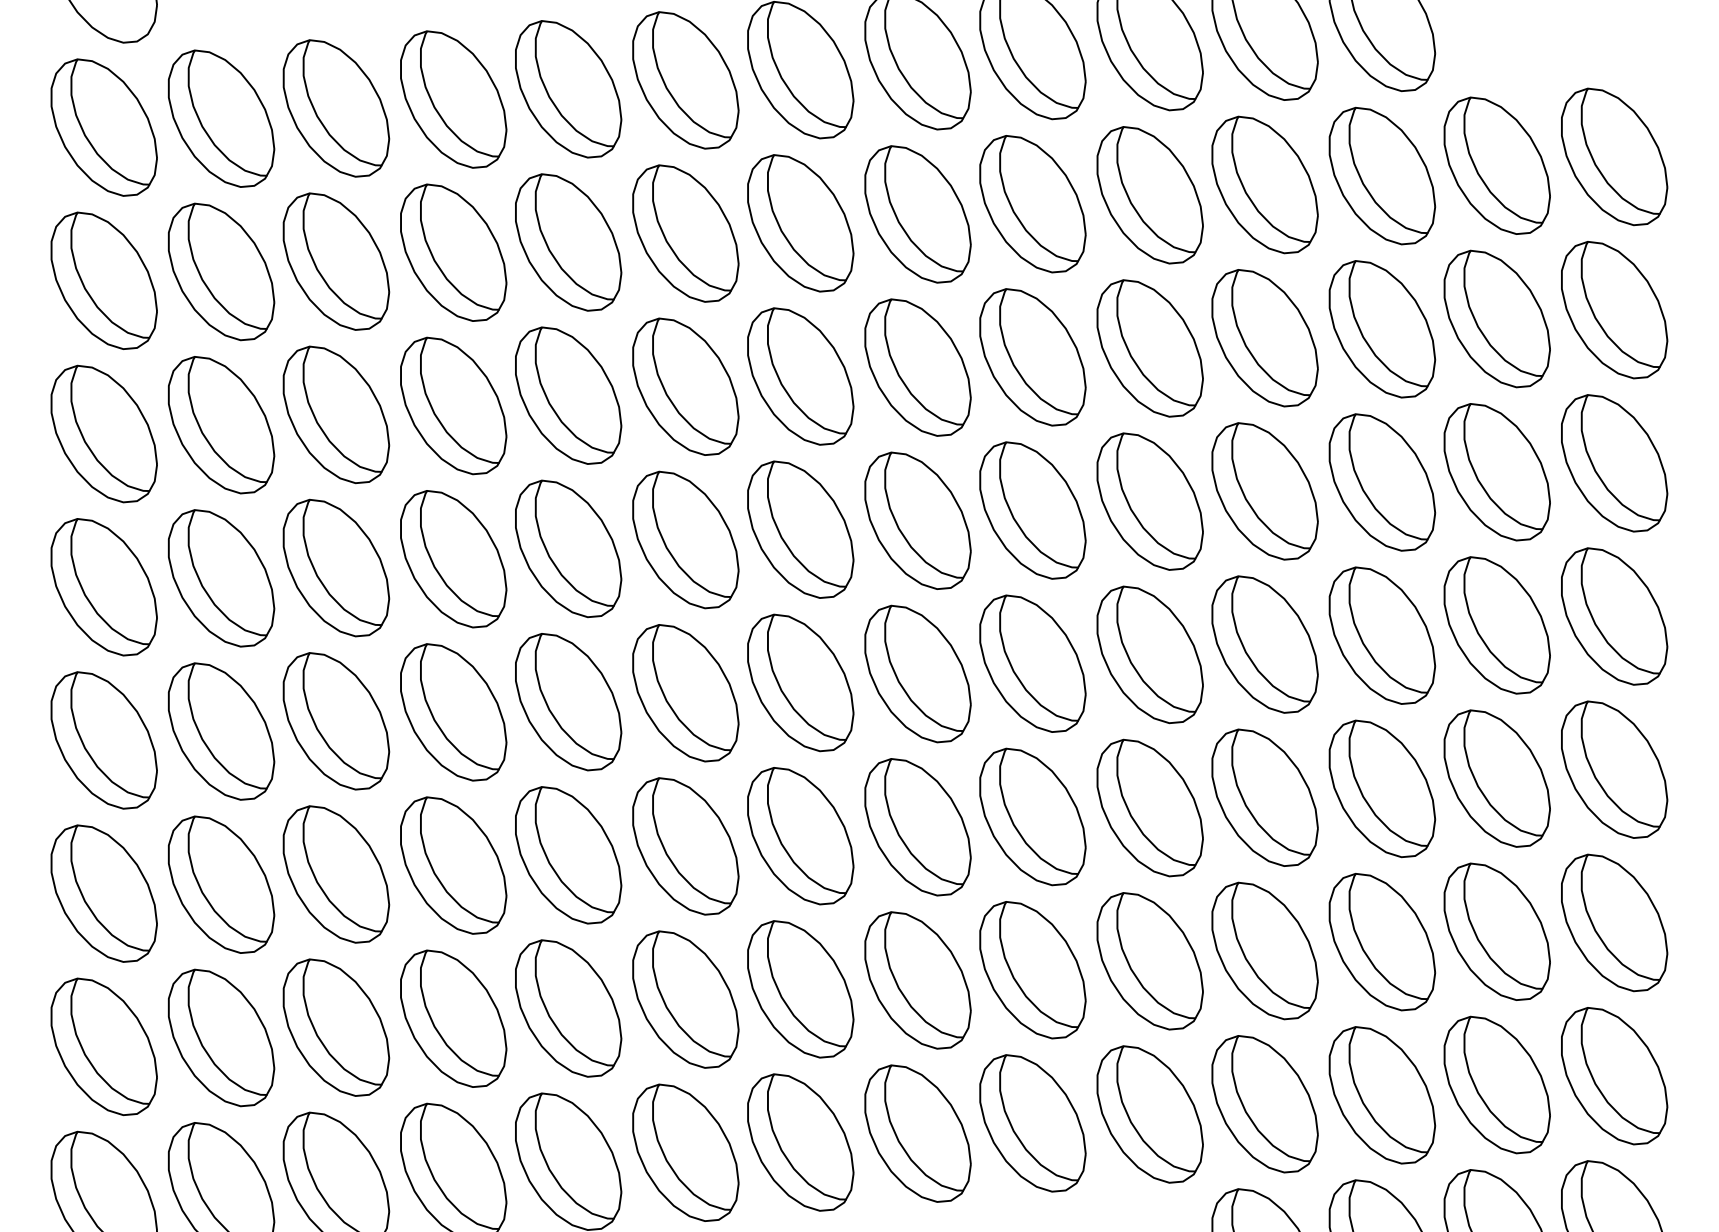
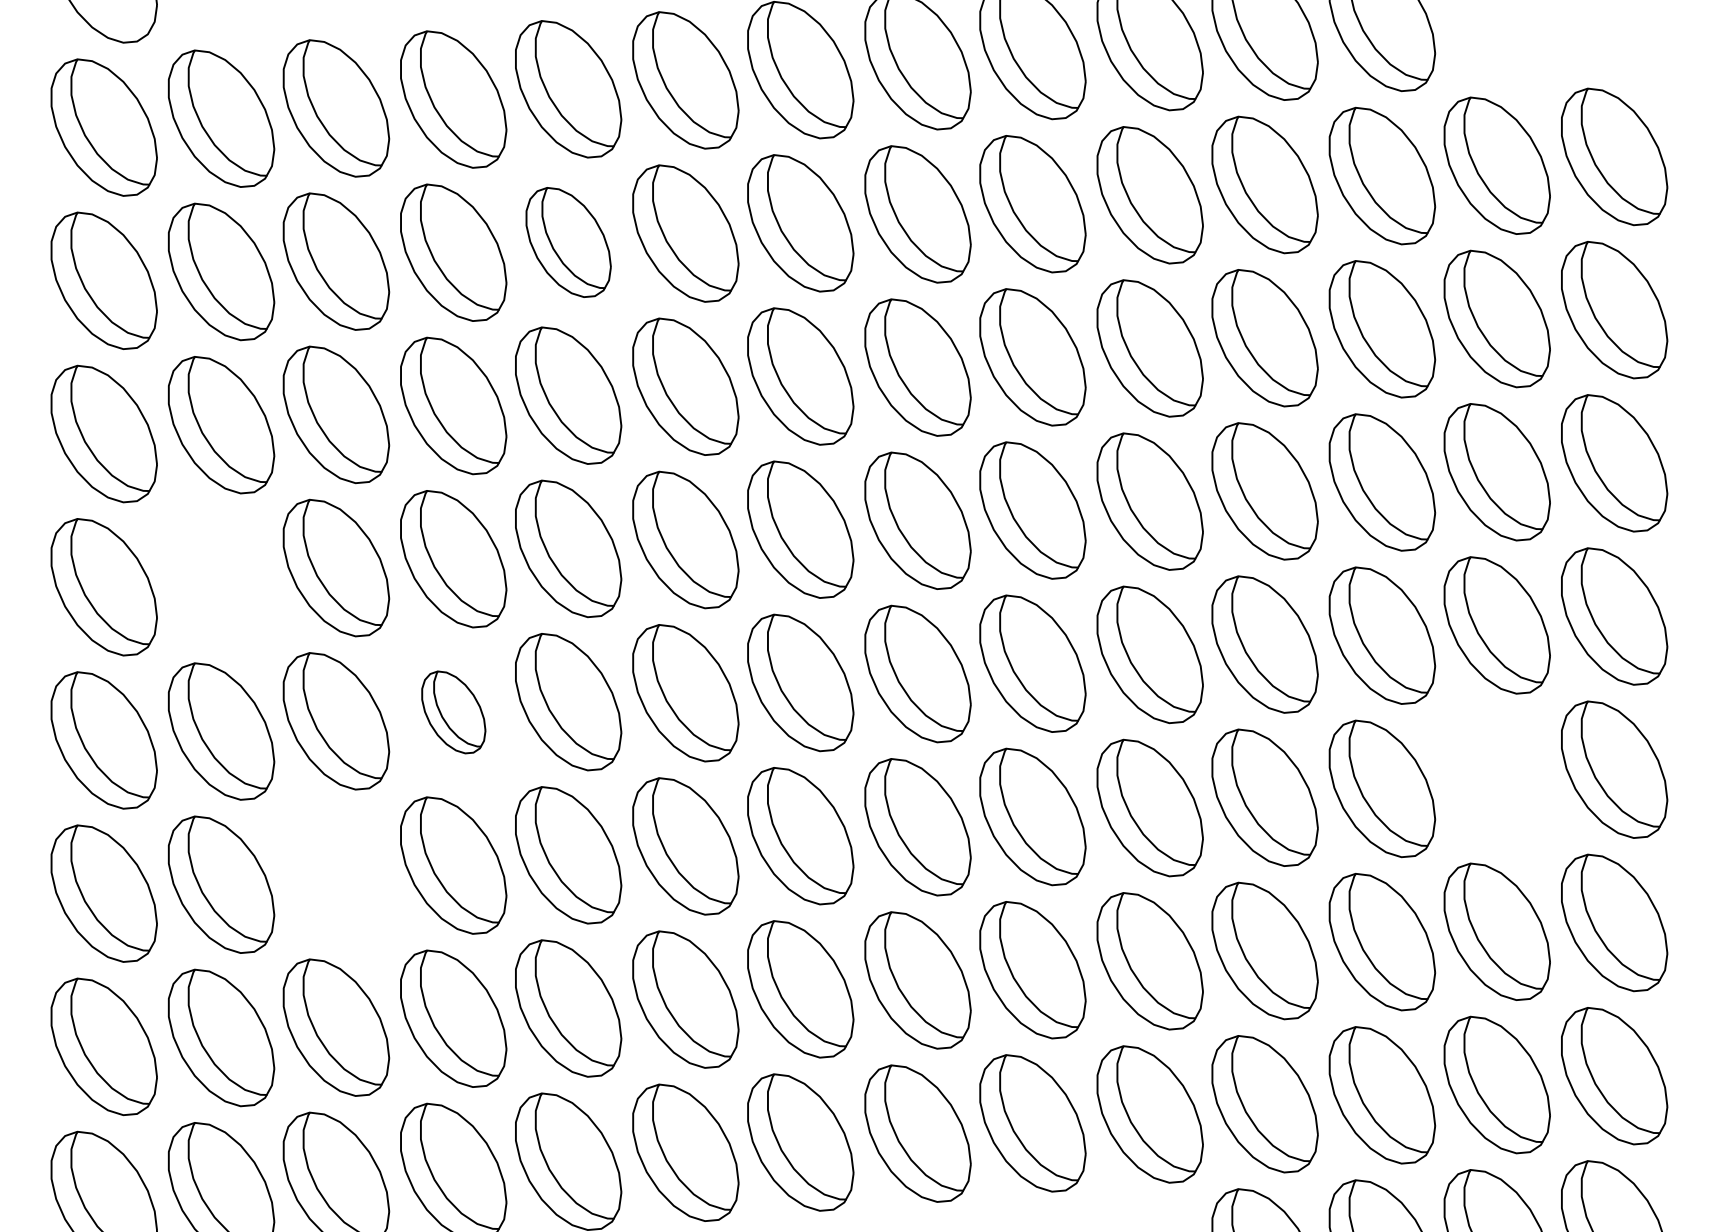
part at (568, 242) size: 108x139 px -> 87x111 px
part at (221, 578): present -> none
part at (453, 712) size: 108x139 px -> 66x85 px
part at (1496, 778): present -> none
part at (336, 874): present -> none
